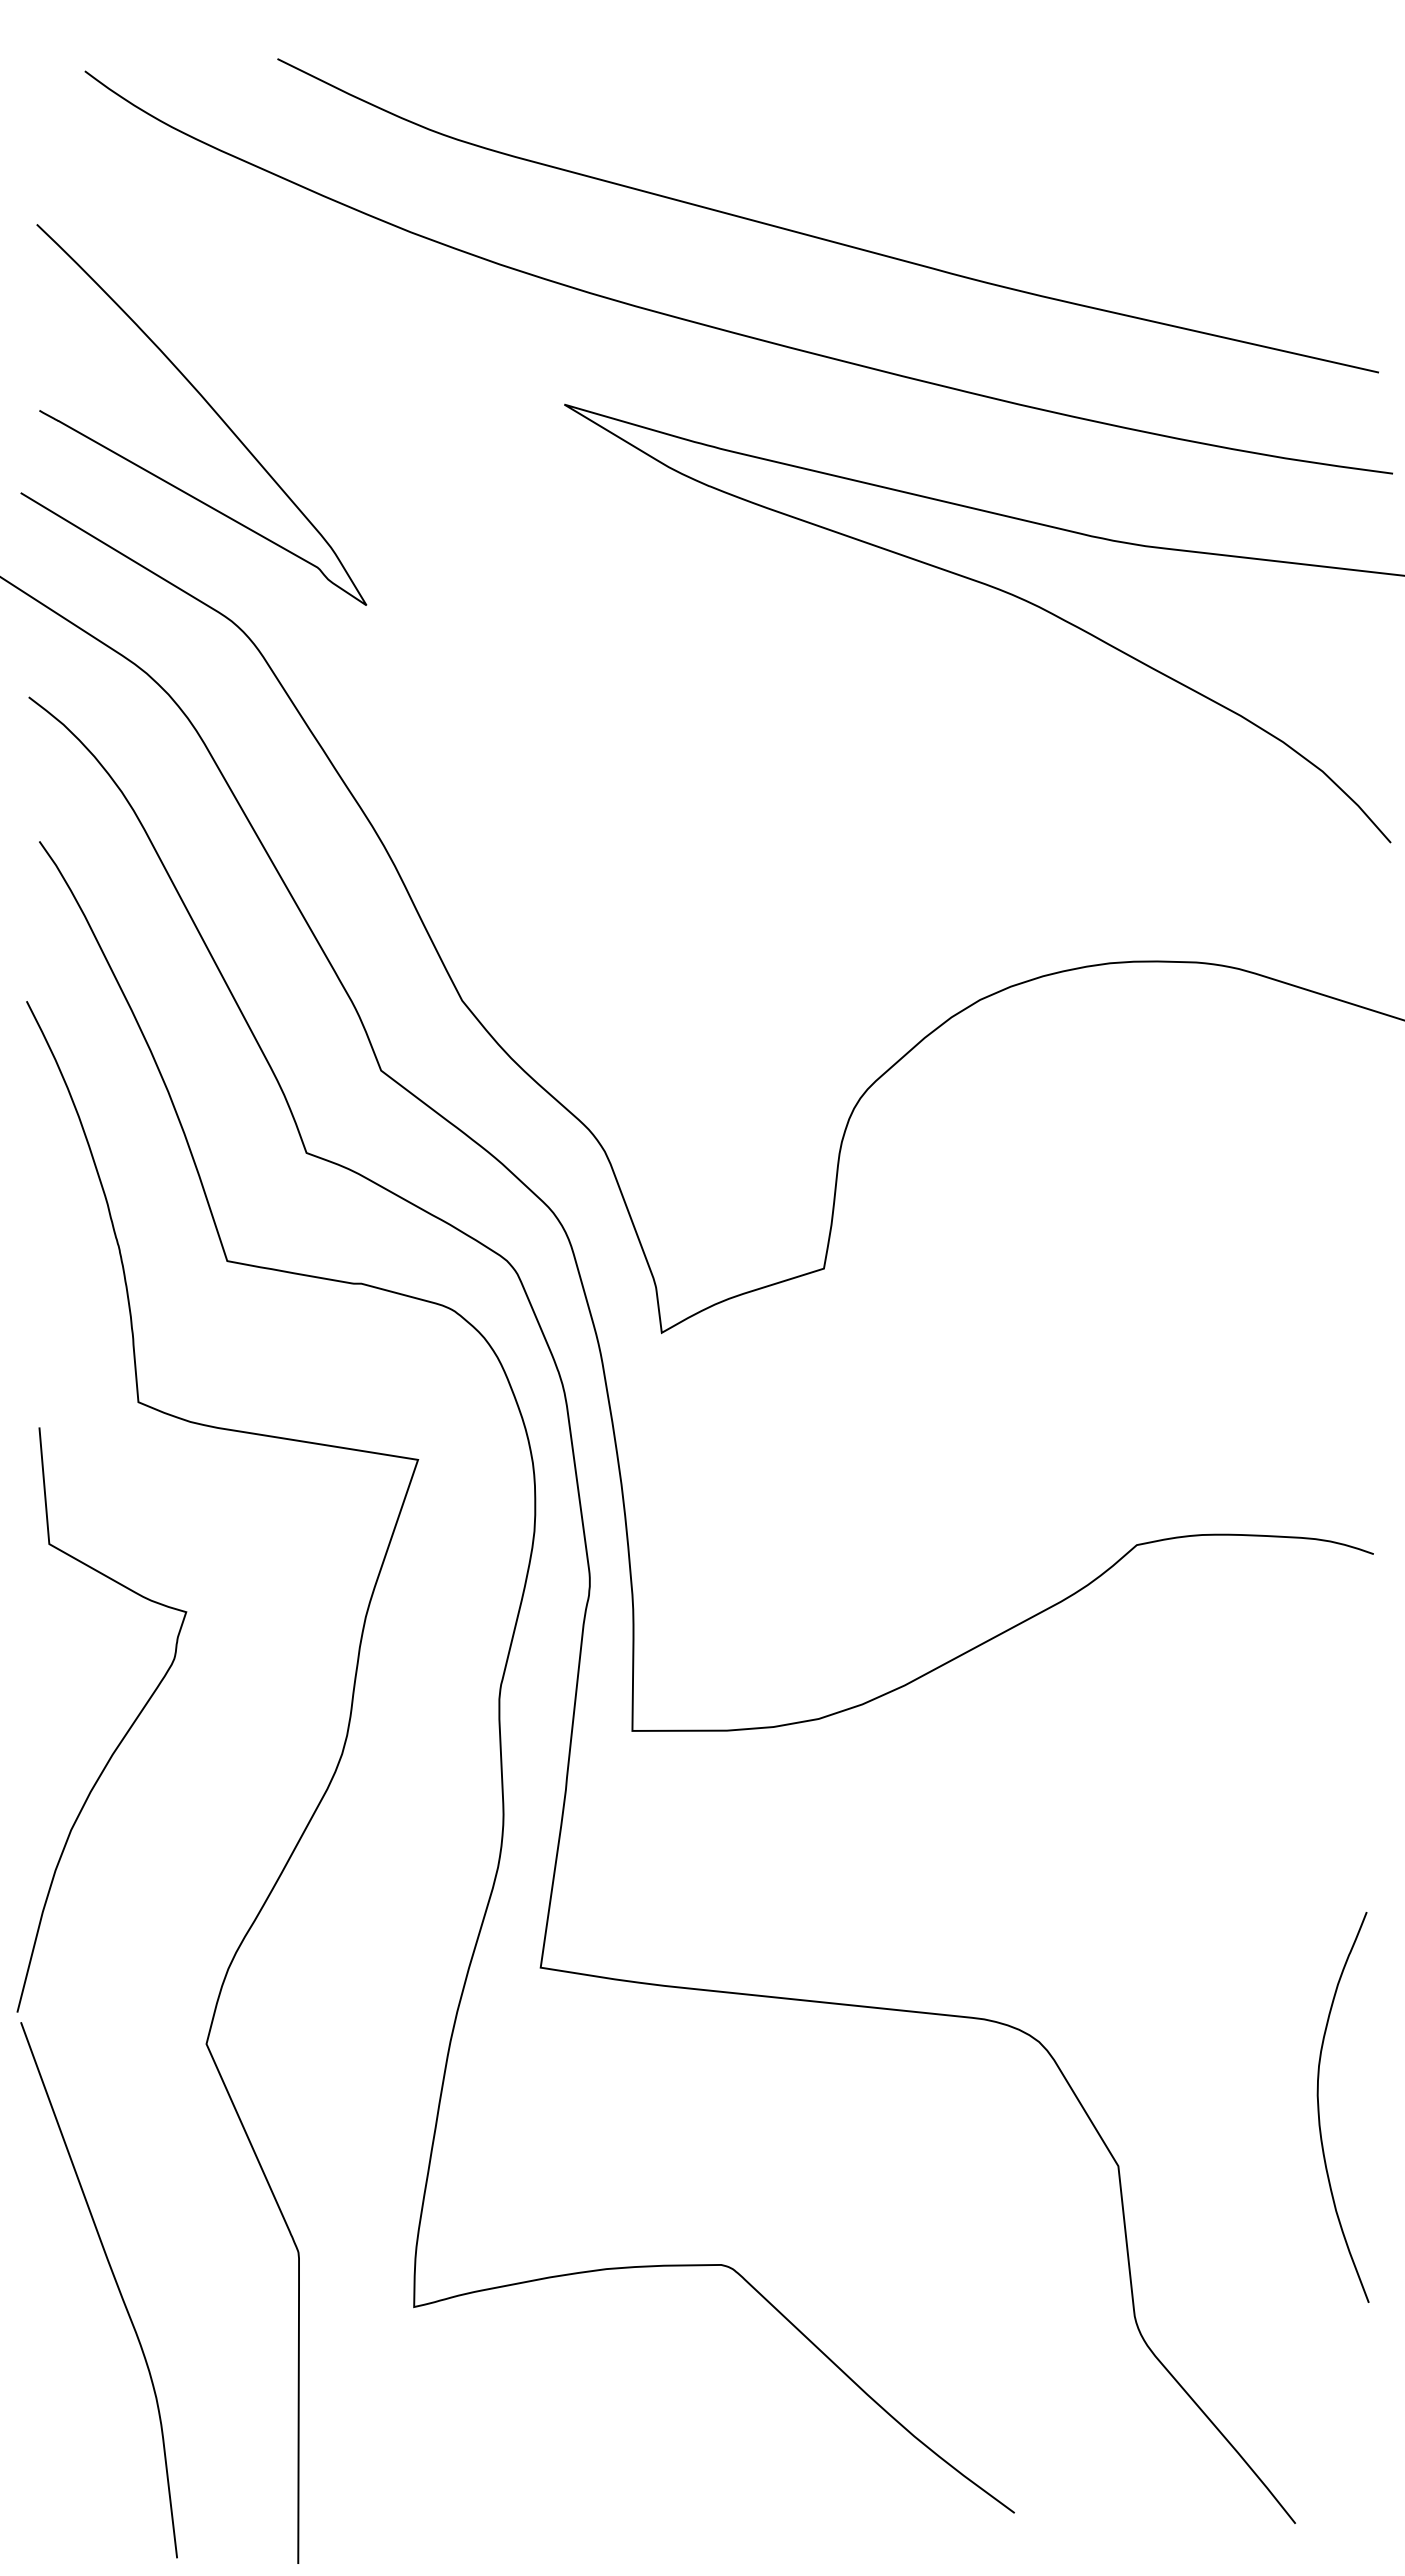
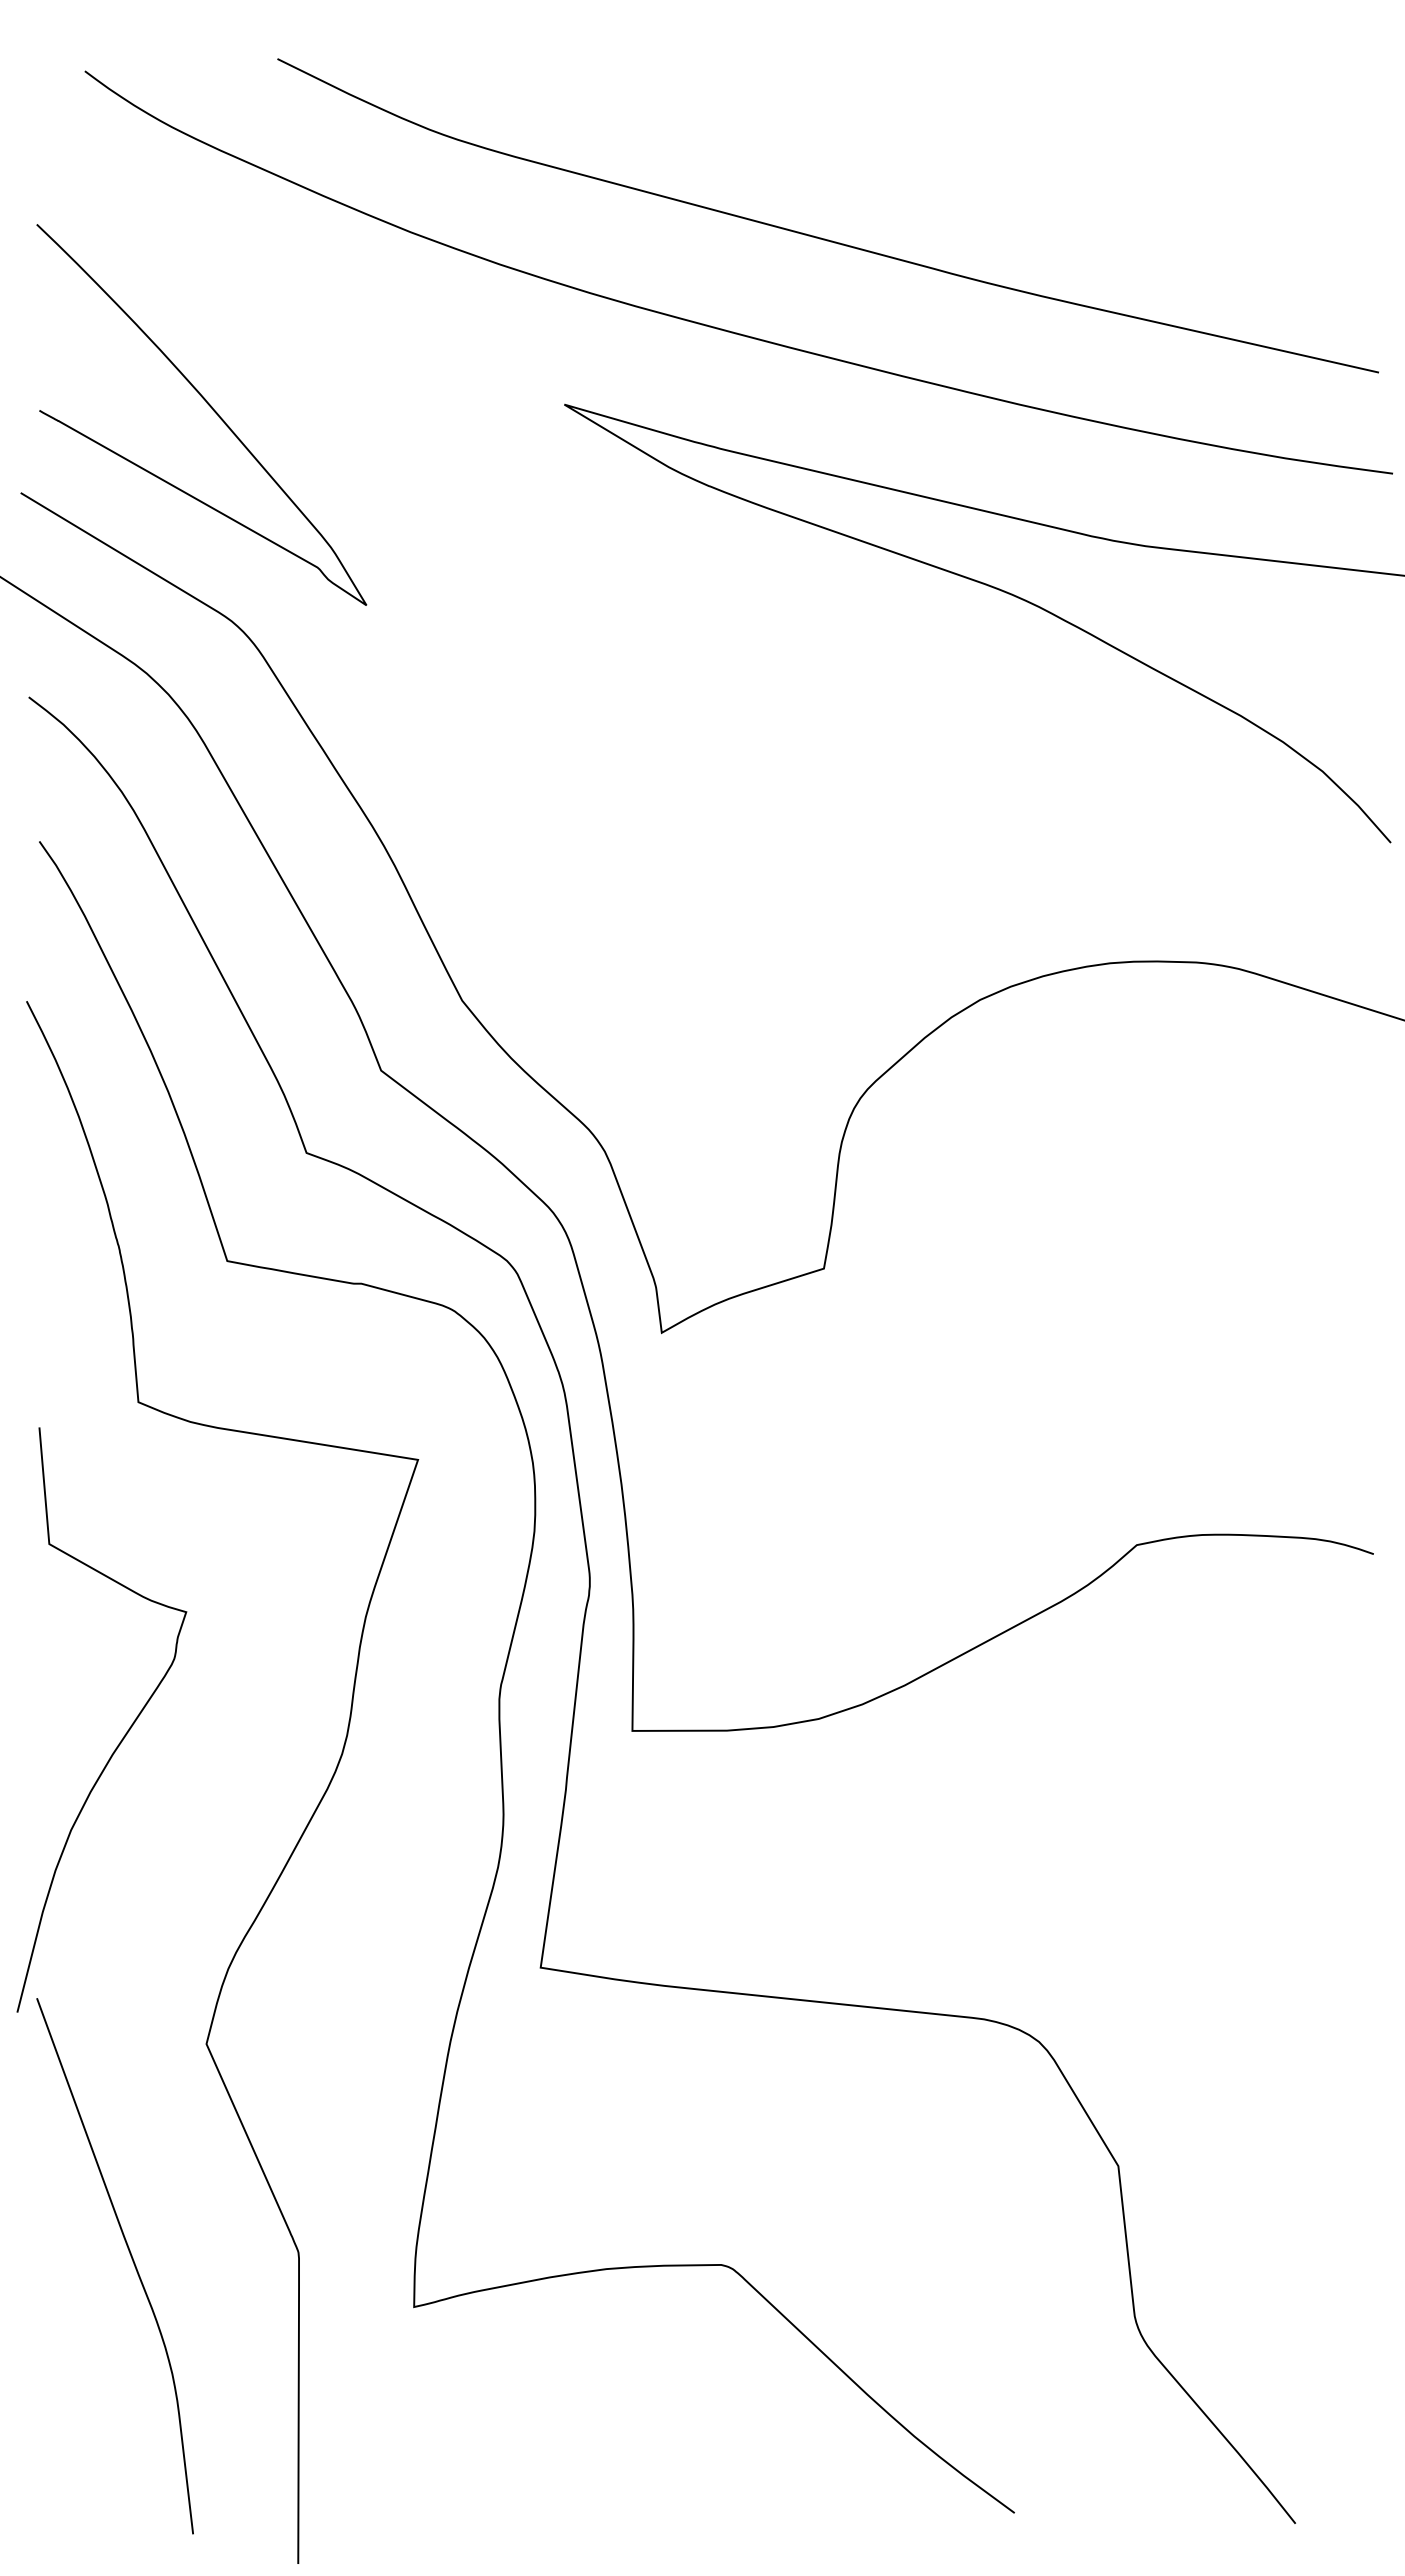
curve at (1319, 2107): present -> none
curve at (115, 2283) position: (115, 2283) -> (131, 2259)
